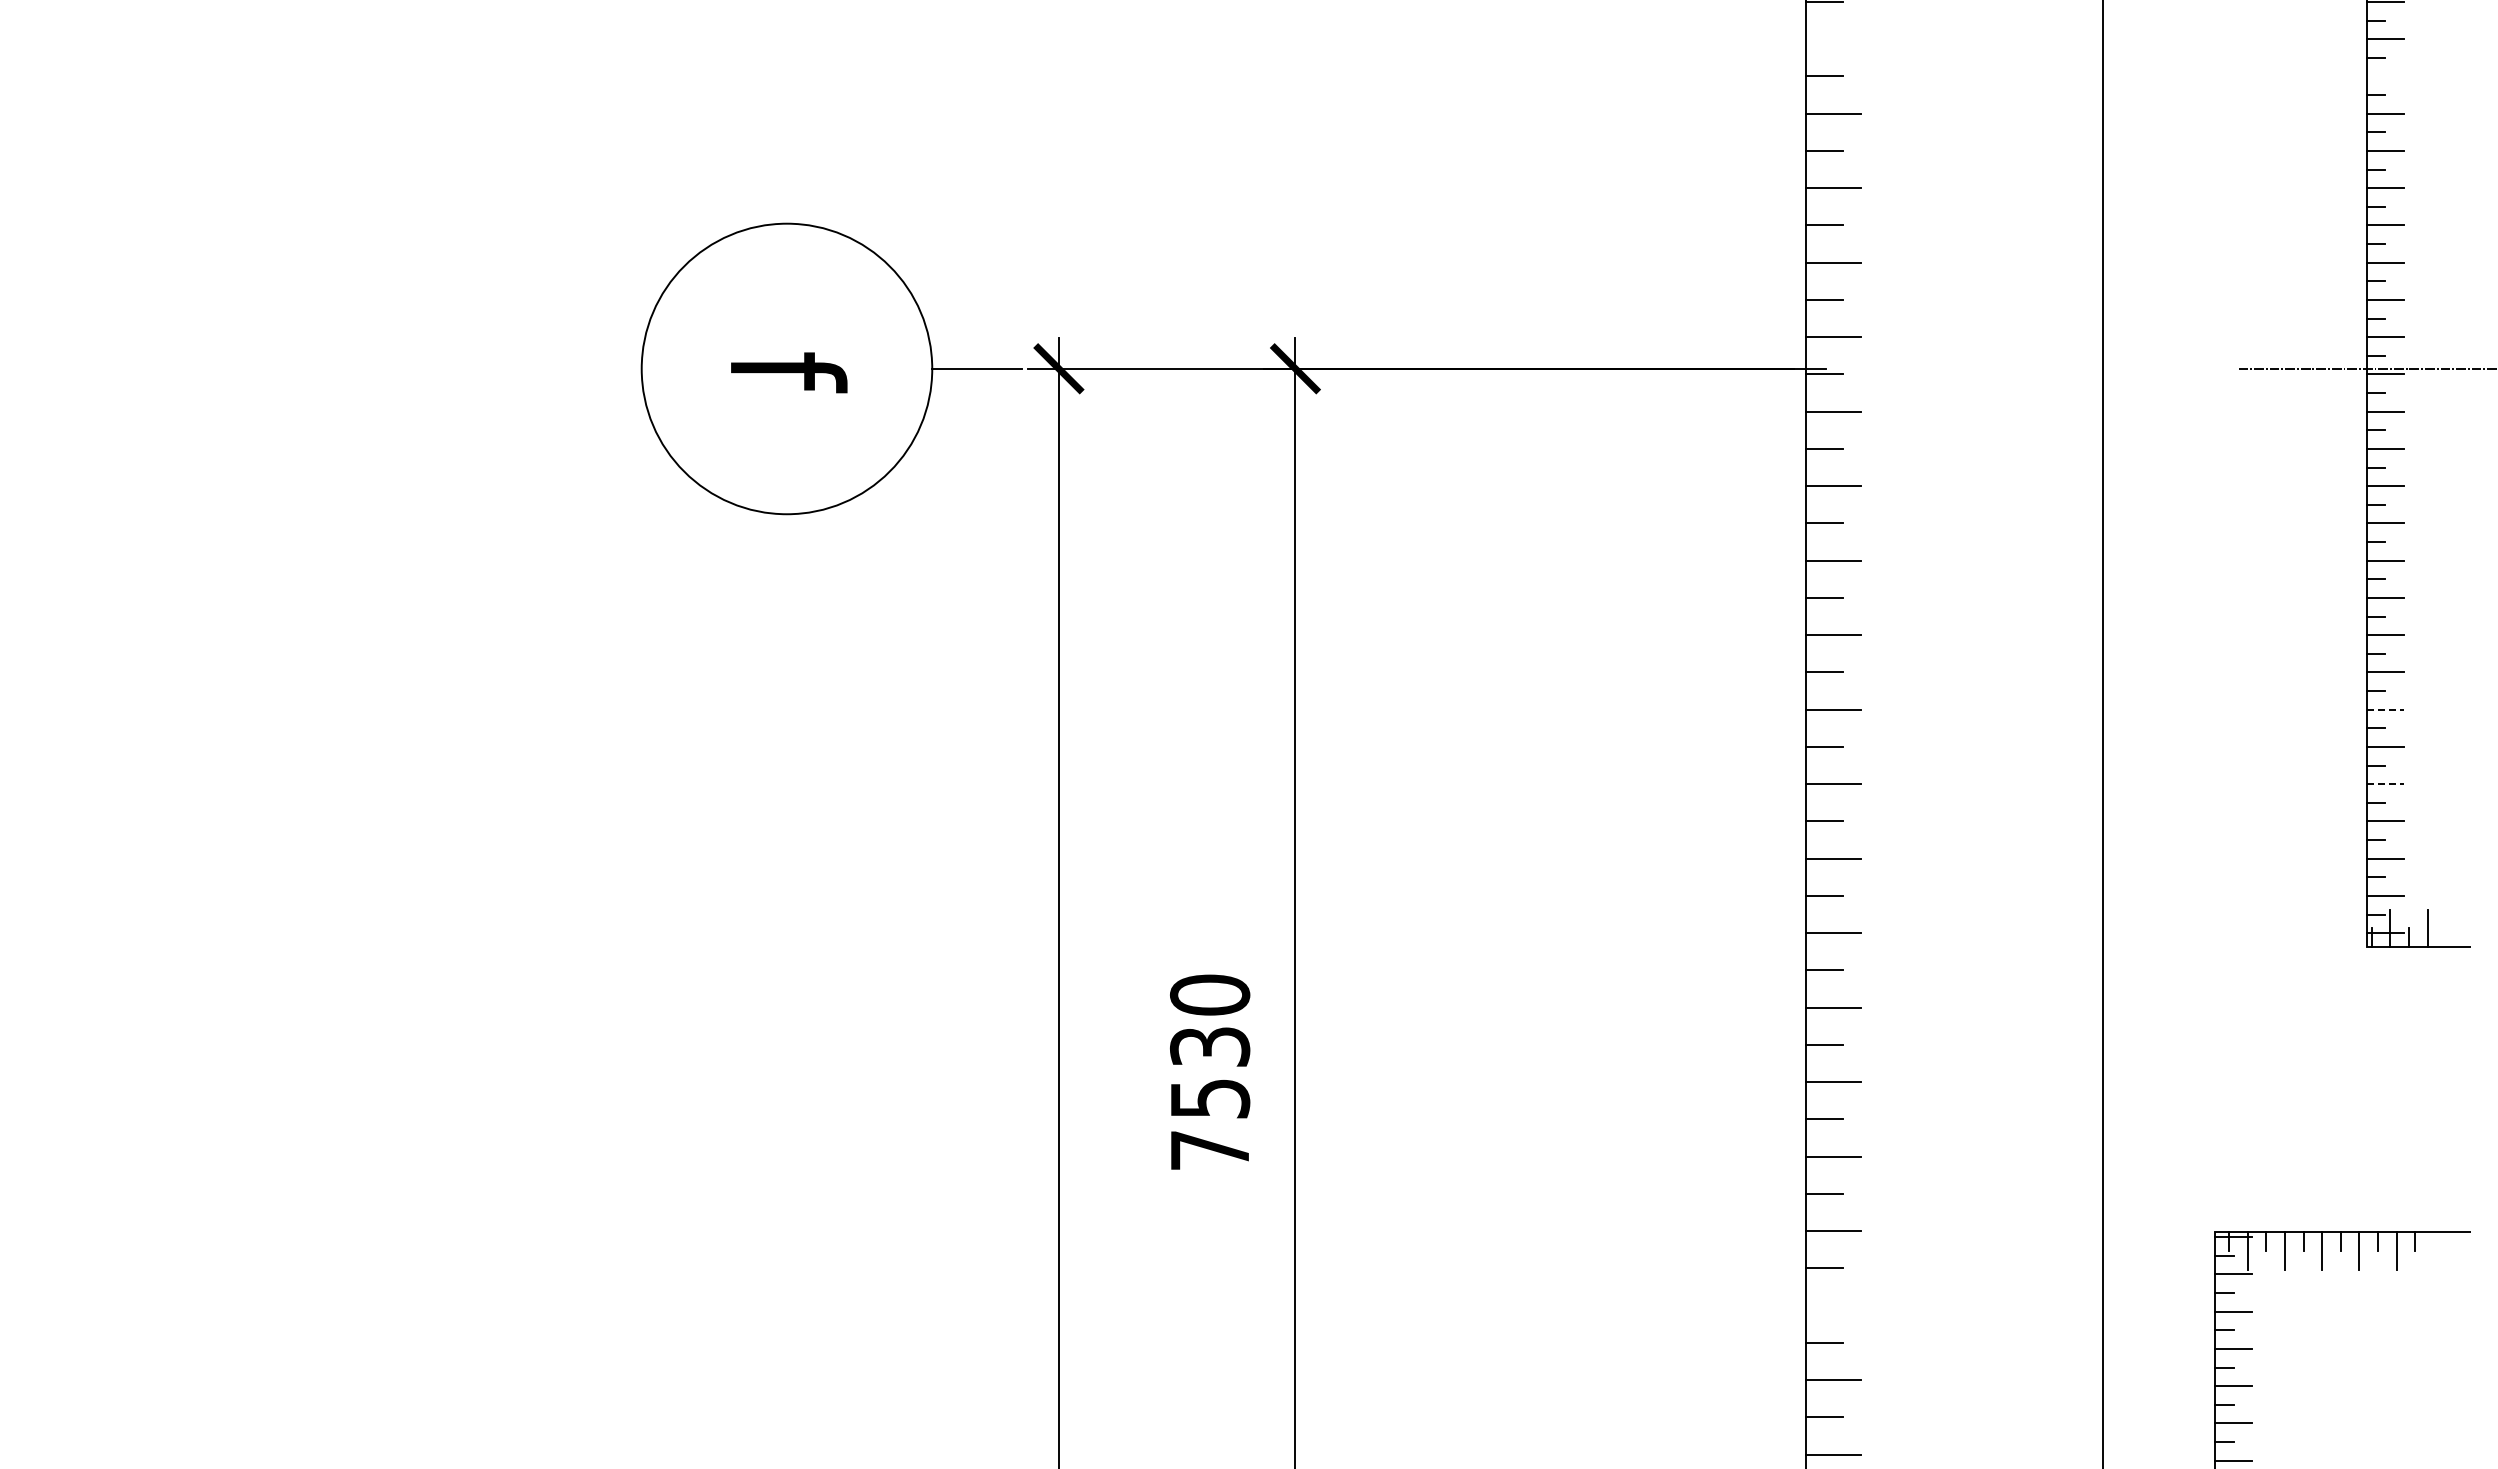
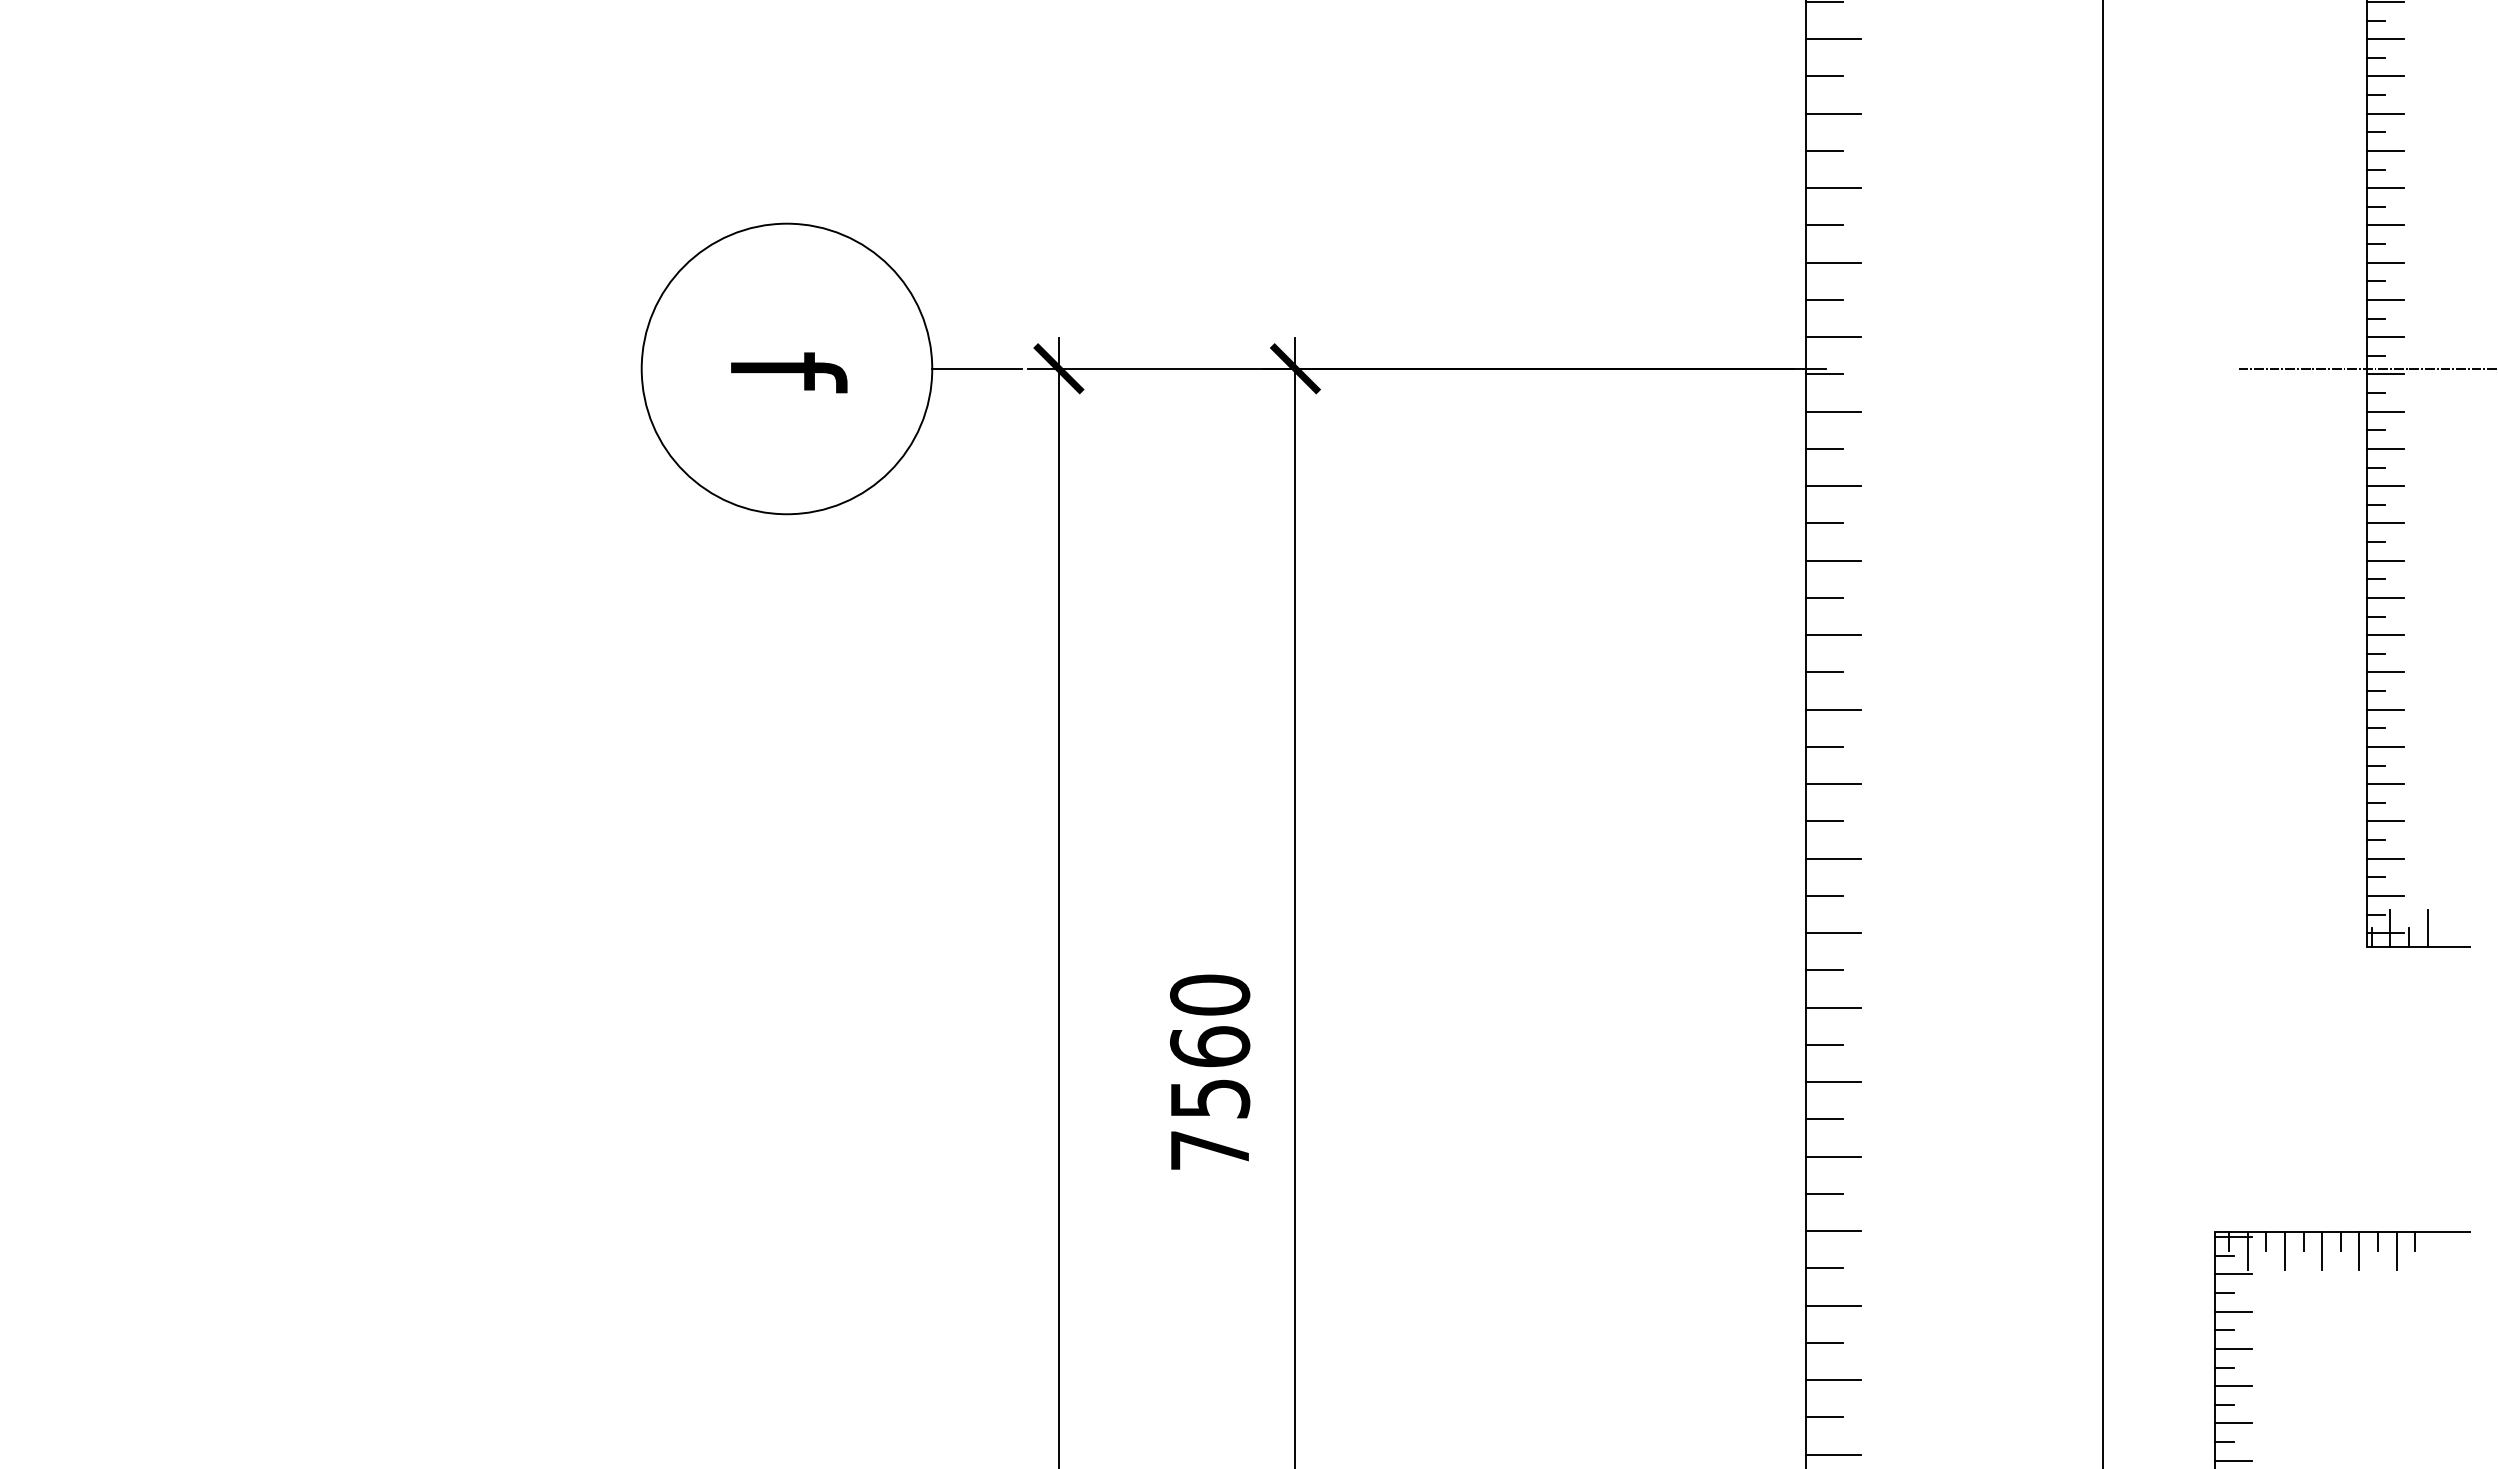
line at (1833, 39): none -> present
line at (2385, 76): none -> present
line at (2385, 709): dashed -> solid
line at (2385, 784): dashed -> solid
text at (1209, 1046): 7530 -> 7560
line at (1833, 1305): none -> present
